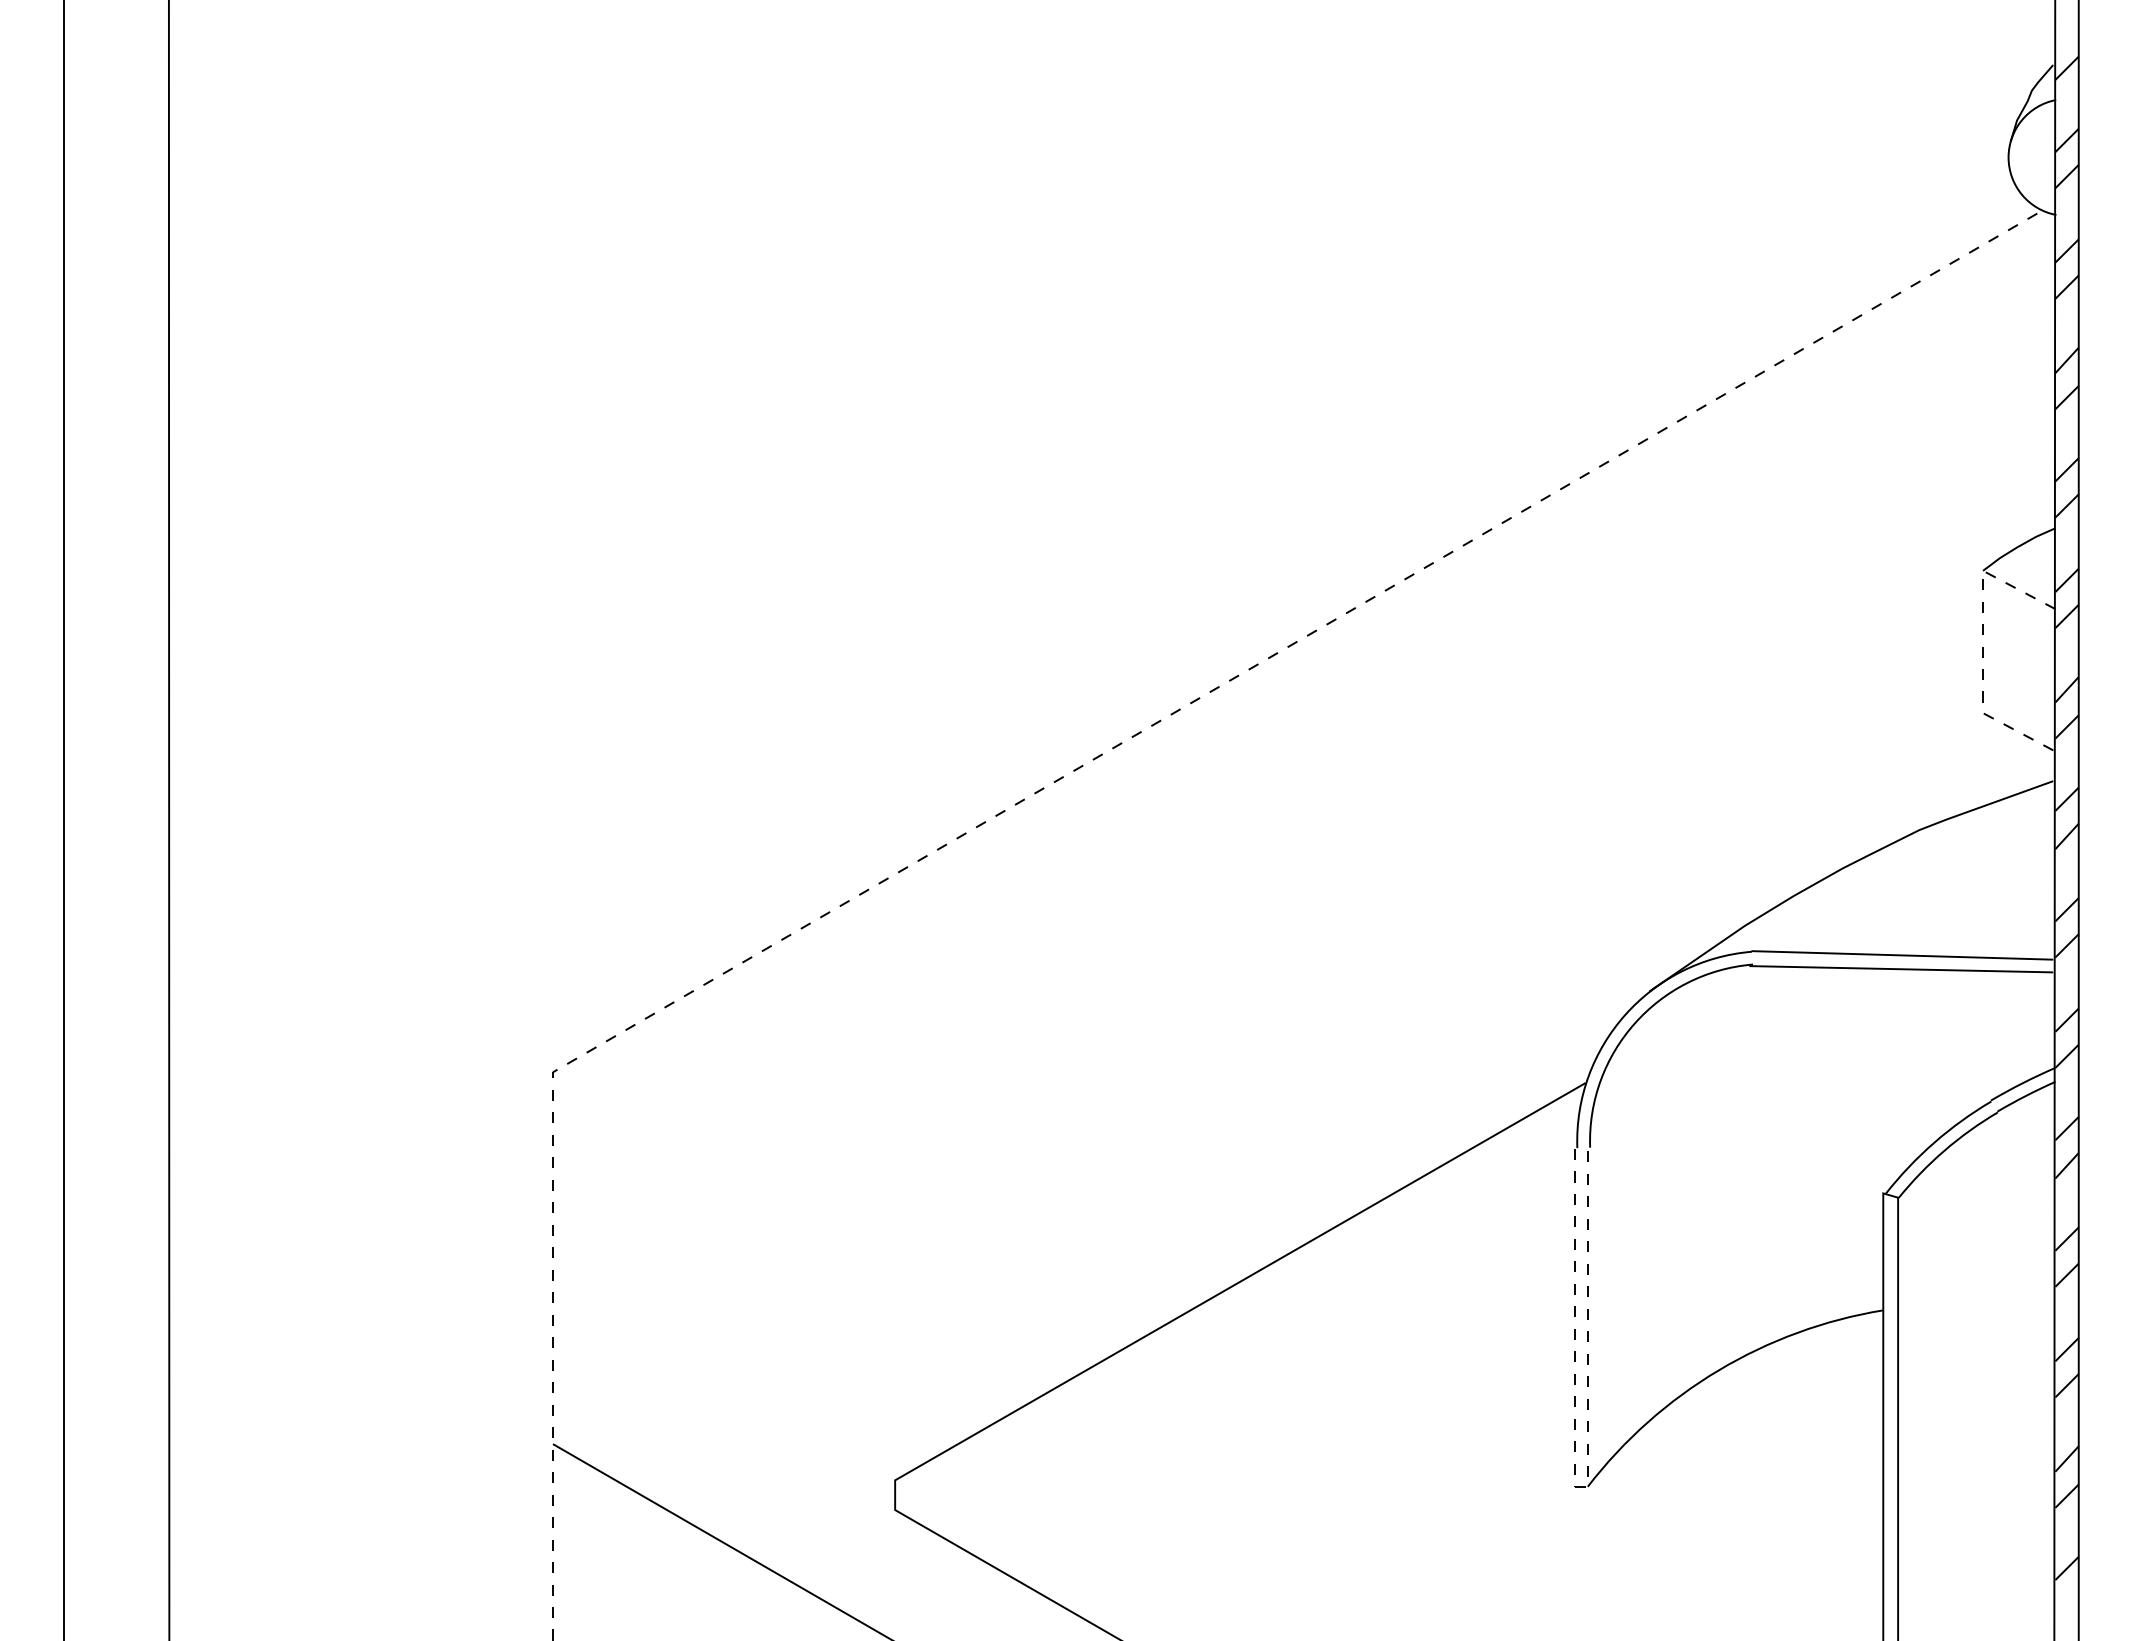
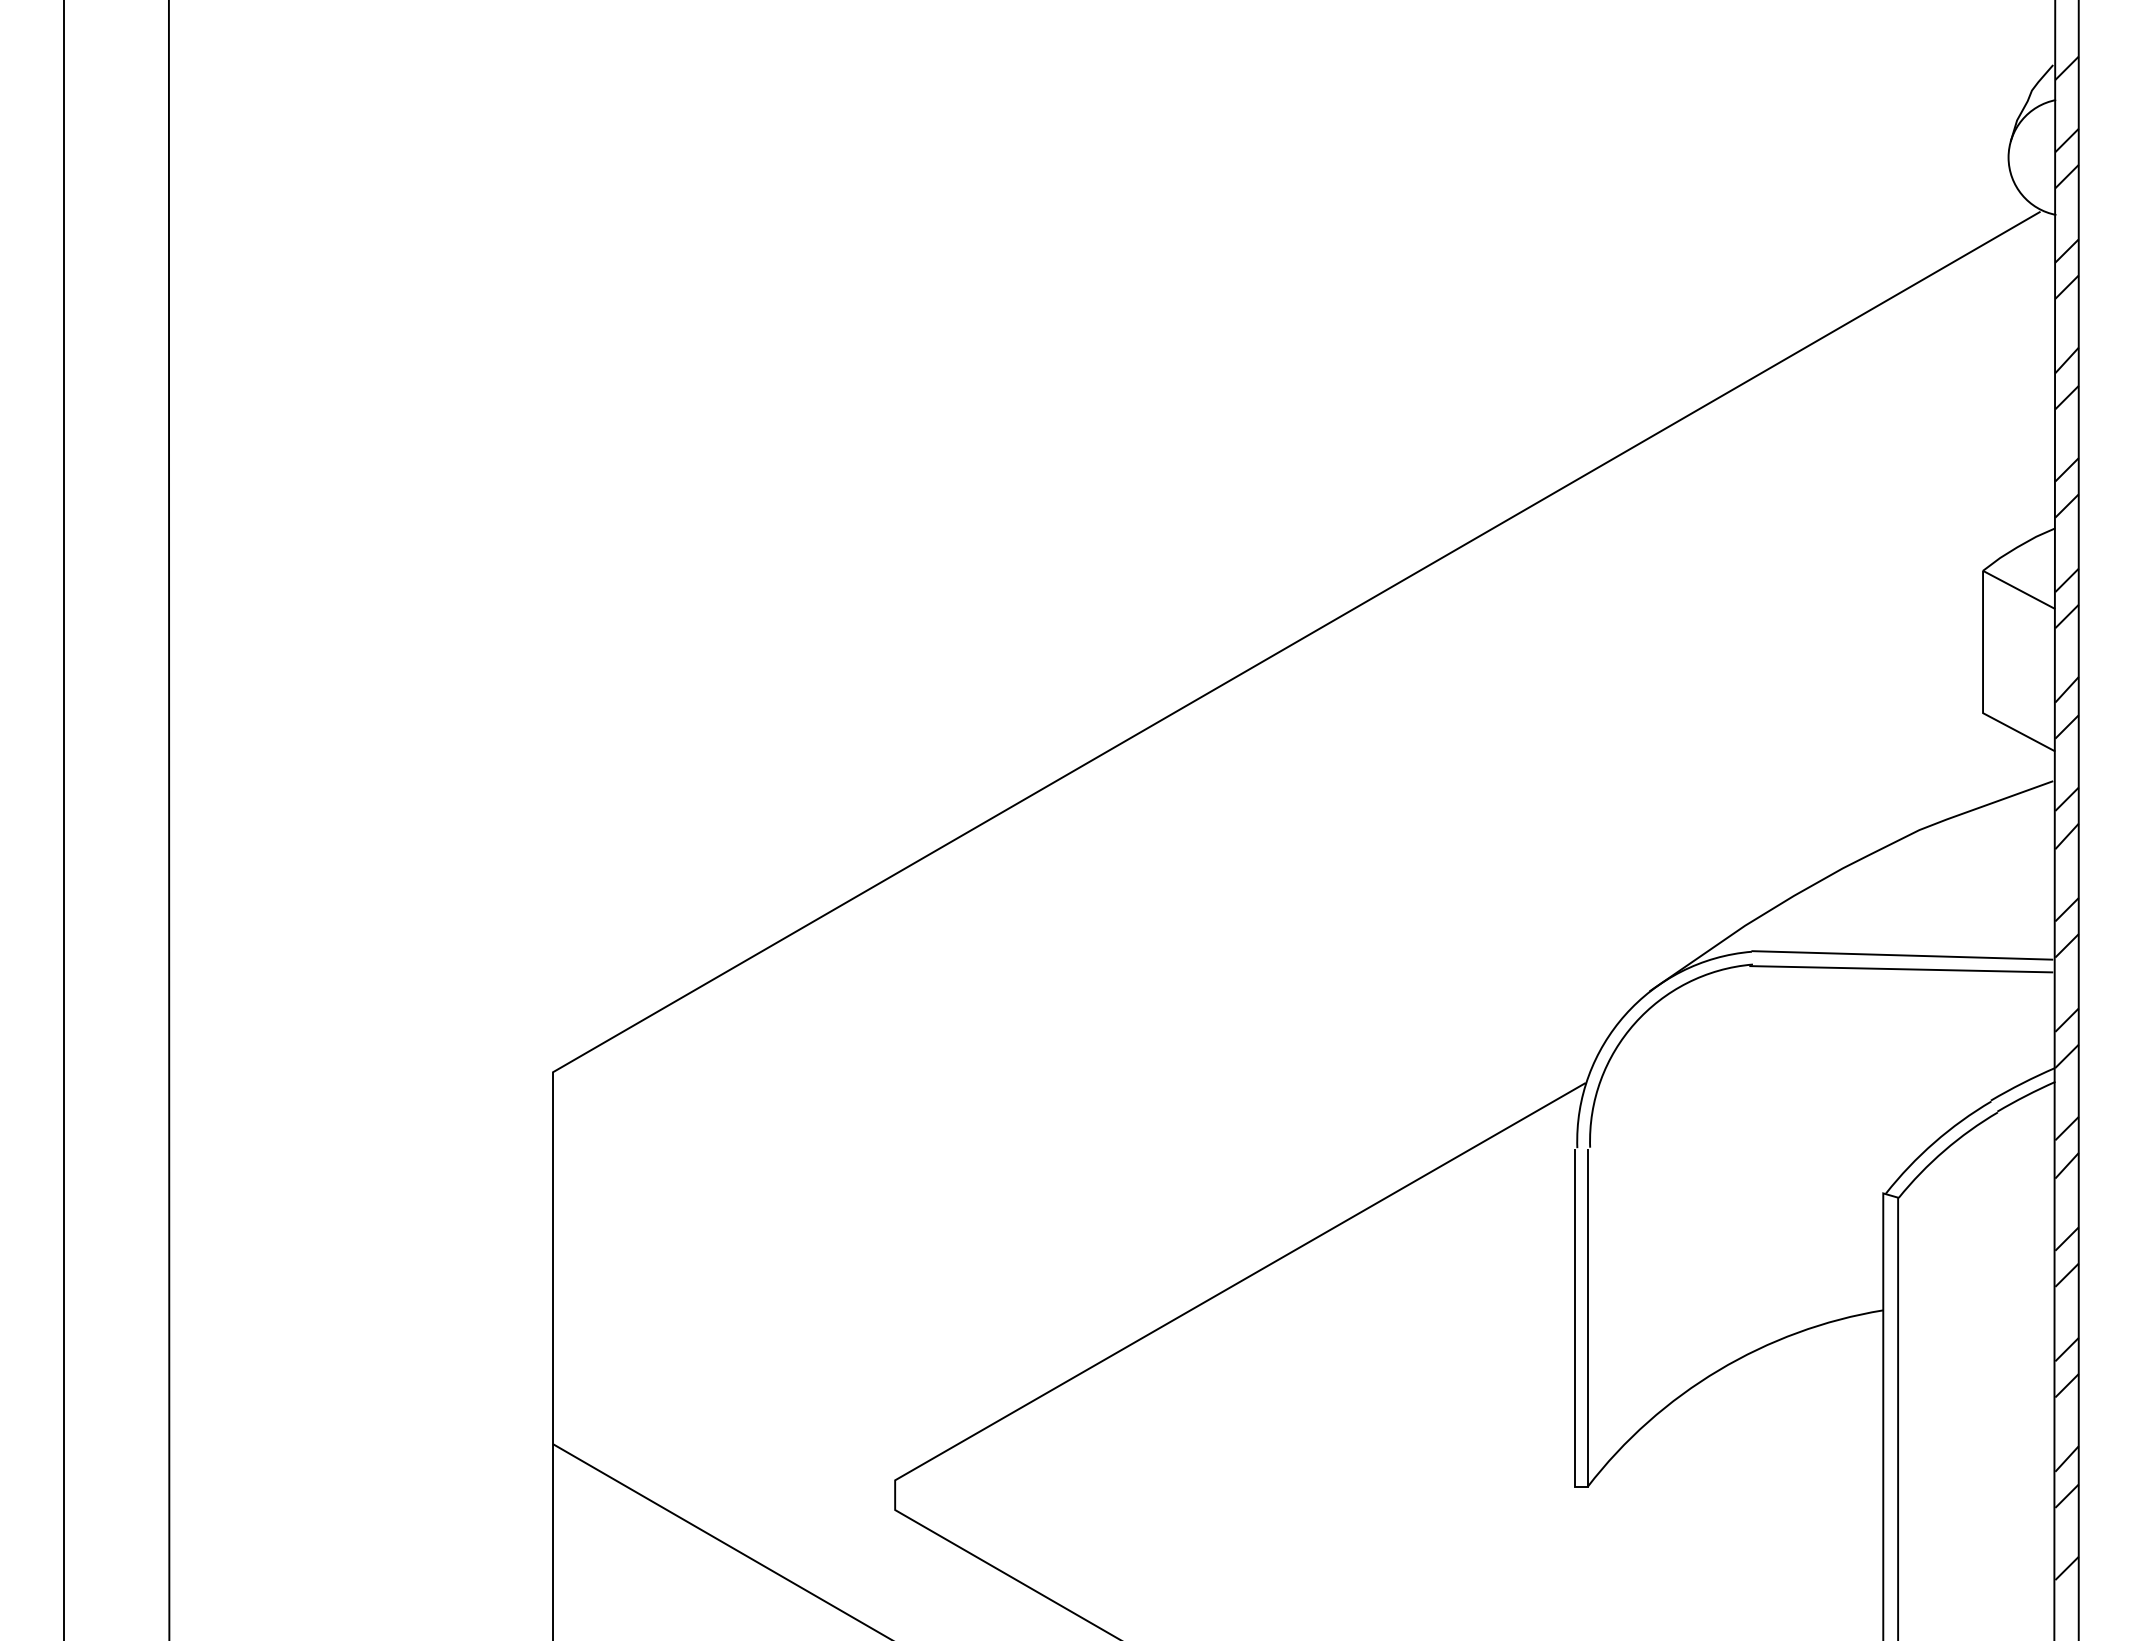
line at (1983, 642): dashed -> solid
line at (1050, 784): dashed -> solid
line at (1581, 1486): dashed -> solid
